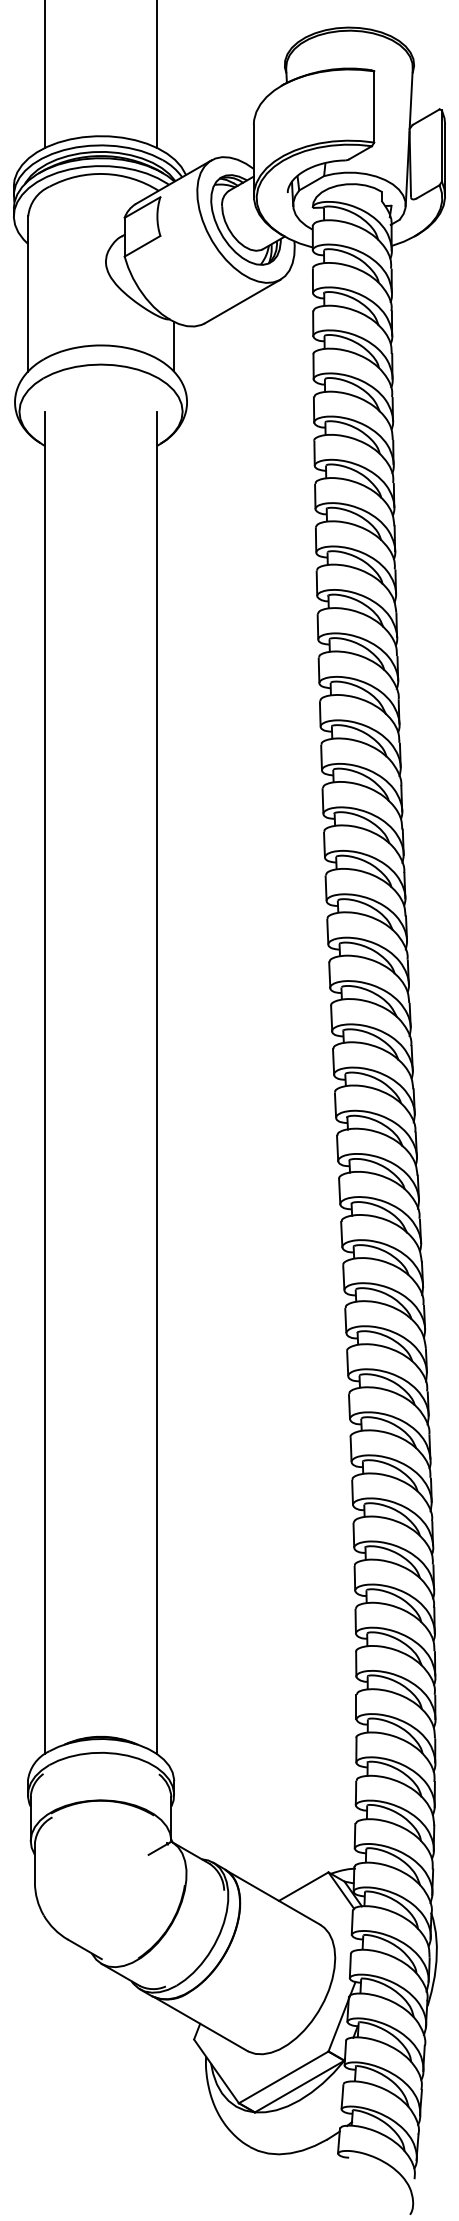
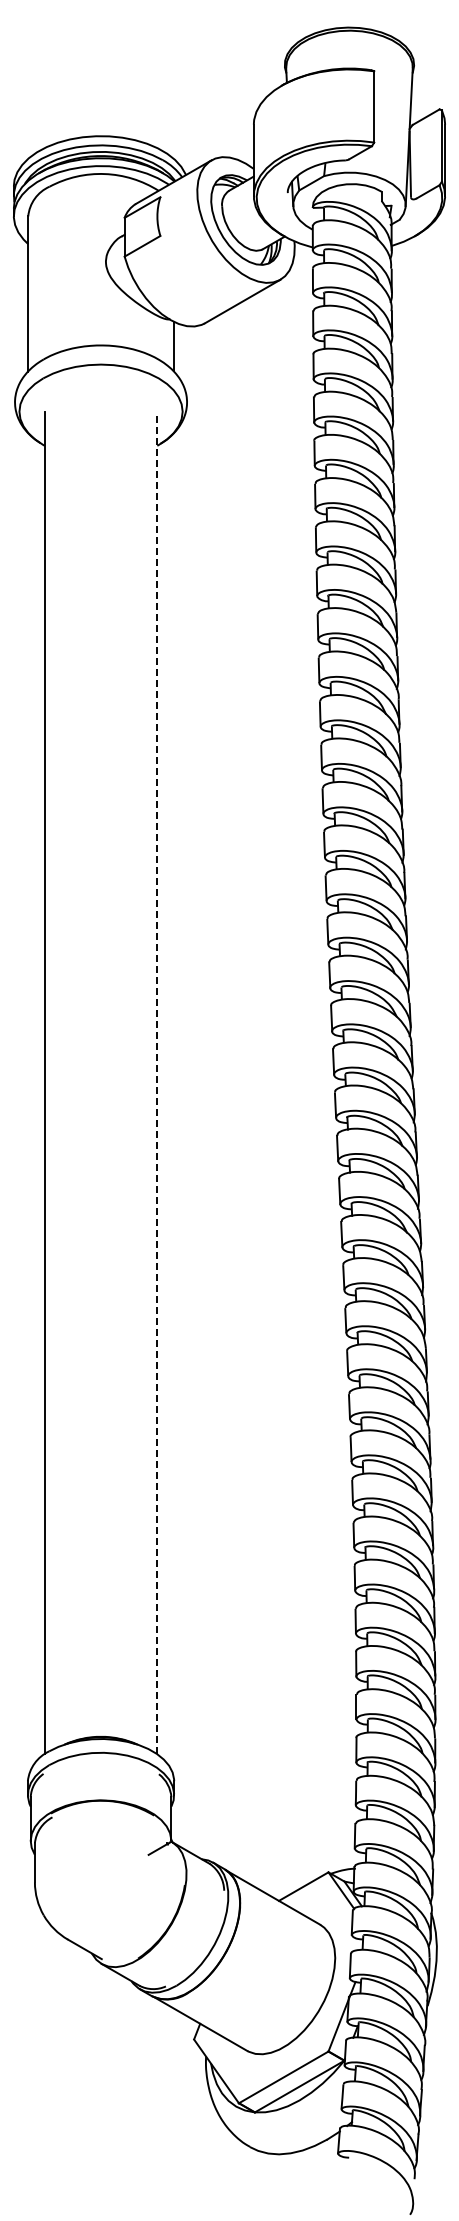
line at (44, 75): present -> none
line at (157, 75): present -> none
line at (157, 1082): solid -> dashed
